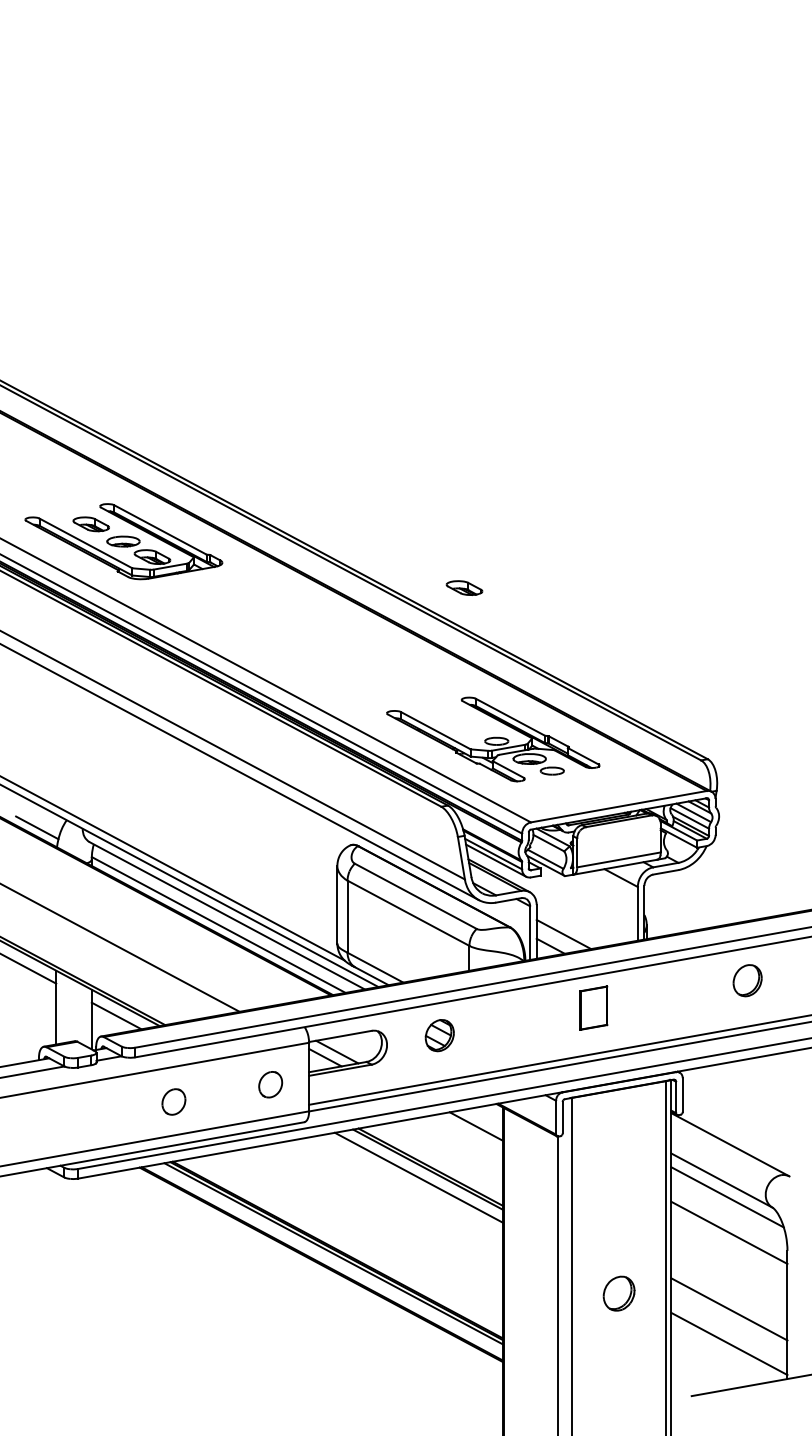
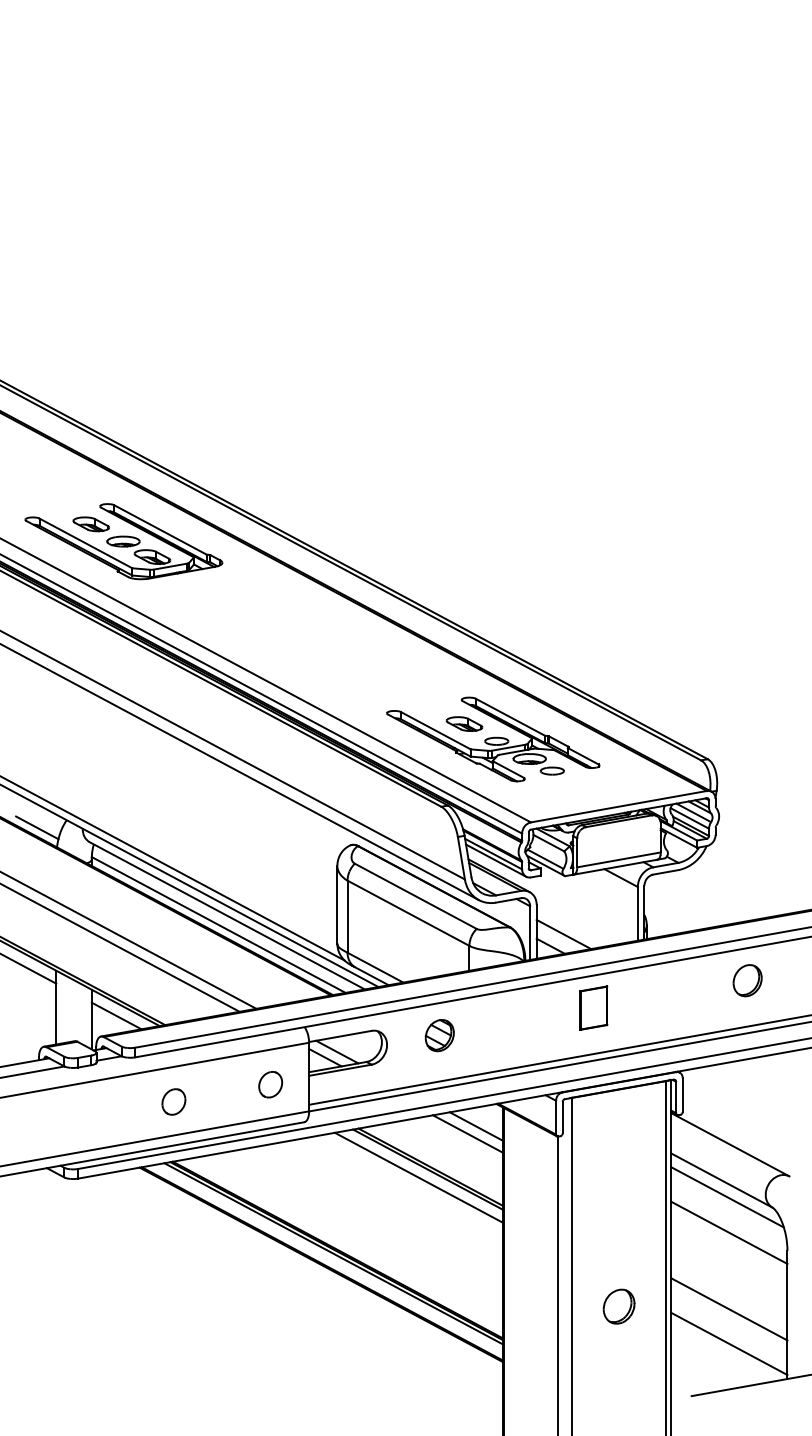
part at (464, 587) position: (464, 587) -> (464, 723)
line at (129, 940): none -> present
line at (467, 1133): none -> present
part at (618, 1293) position: (618, 1293) -> (618, 1306)
